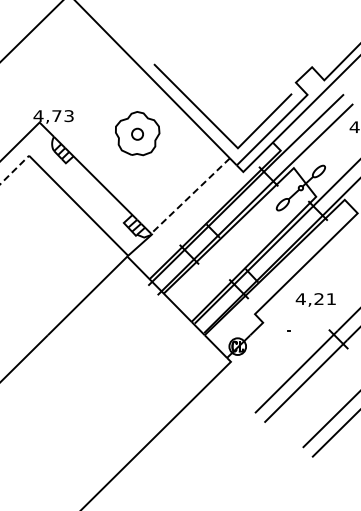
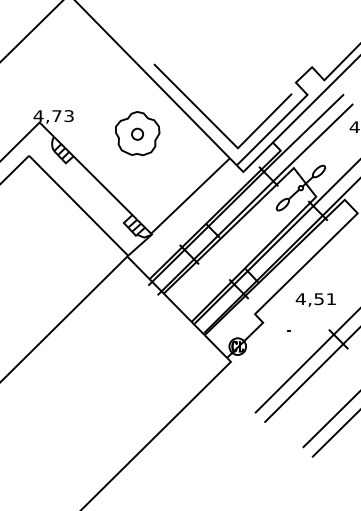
line at (14, 169): dashed -> solid
line at (190, 196): dashed -> solid
text at (318, 299): 4,21 -> 4,51
